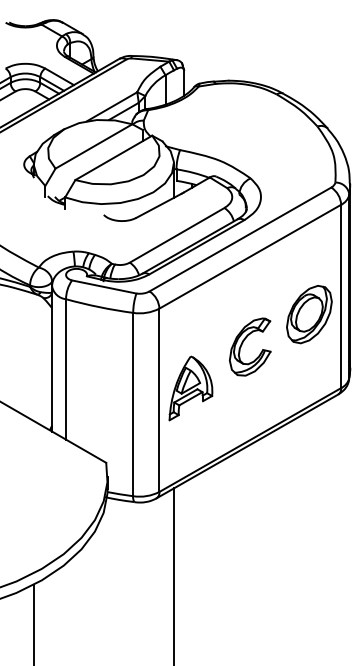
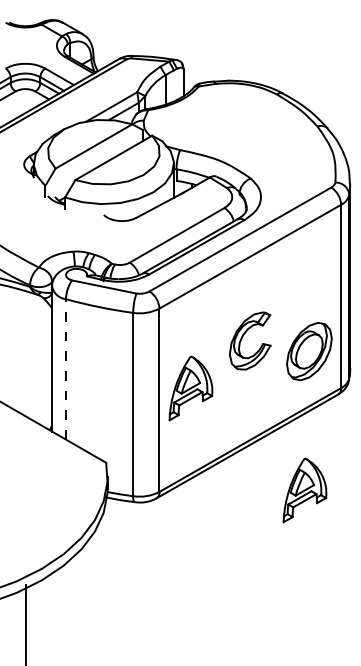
part at (309, 314) position: (309, 314) -> (309, 351)
part at (243, 343) position: (243, 343) -> (243, 337)
line at (66, 368): solid -> dashed
part at (304, 490): none -> present
line at (174, 575): present -> none
line at (33, 623) position: (33, 623) -> (25, 623)
